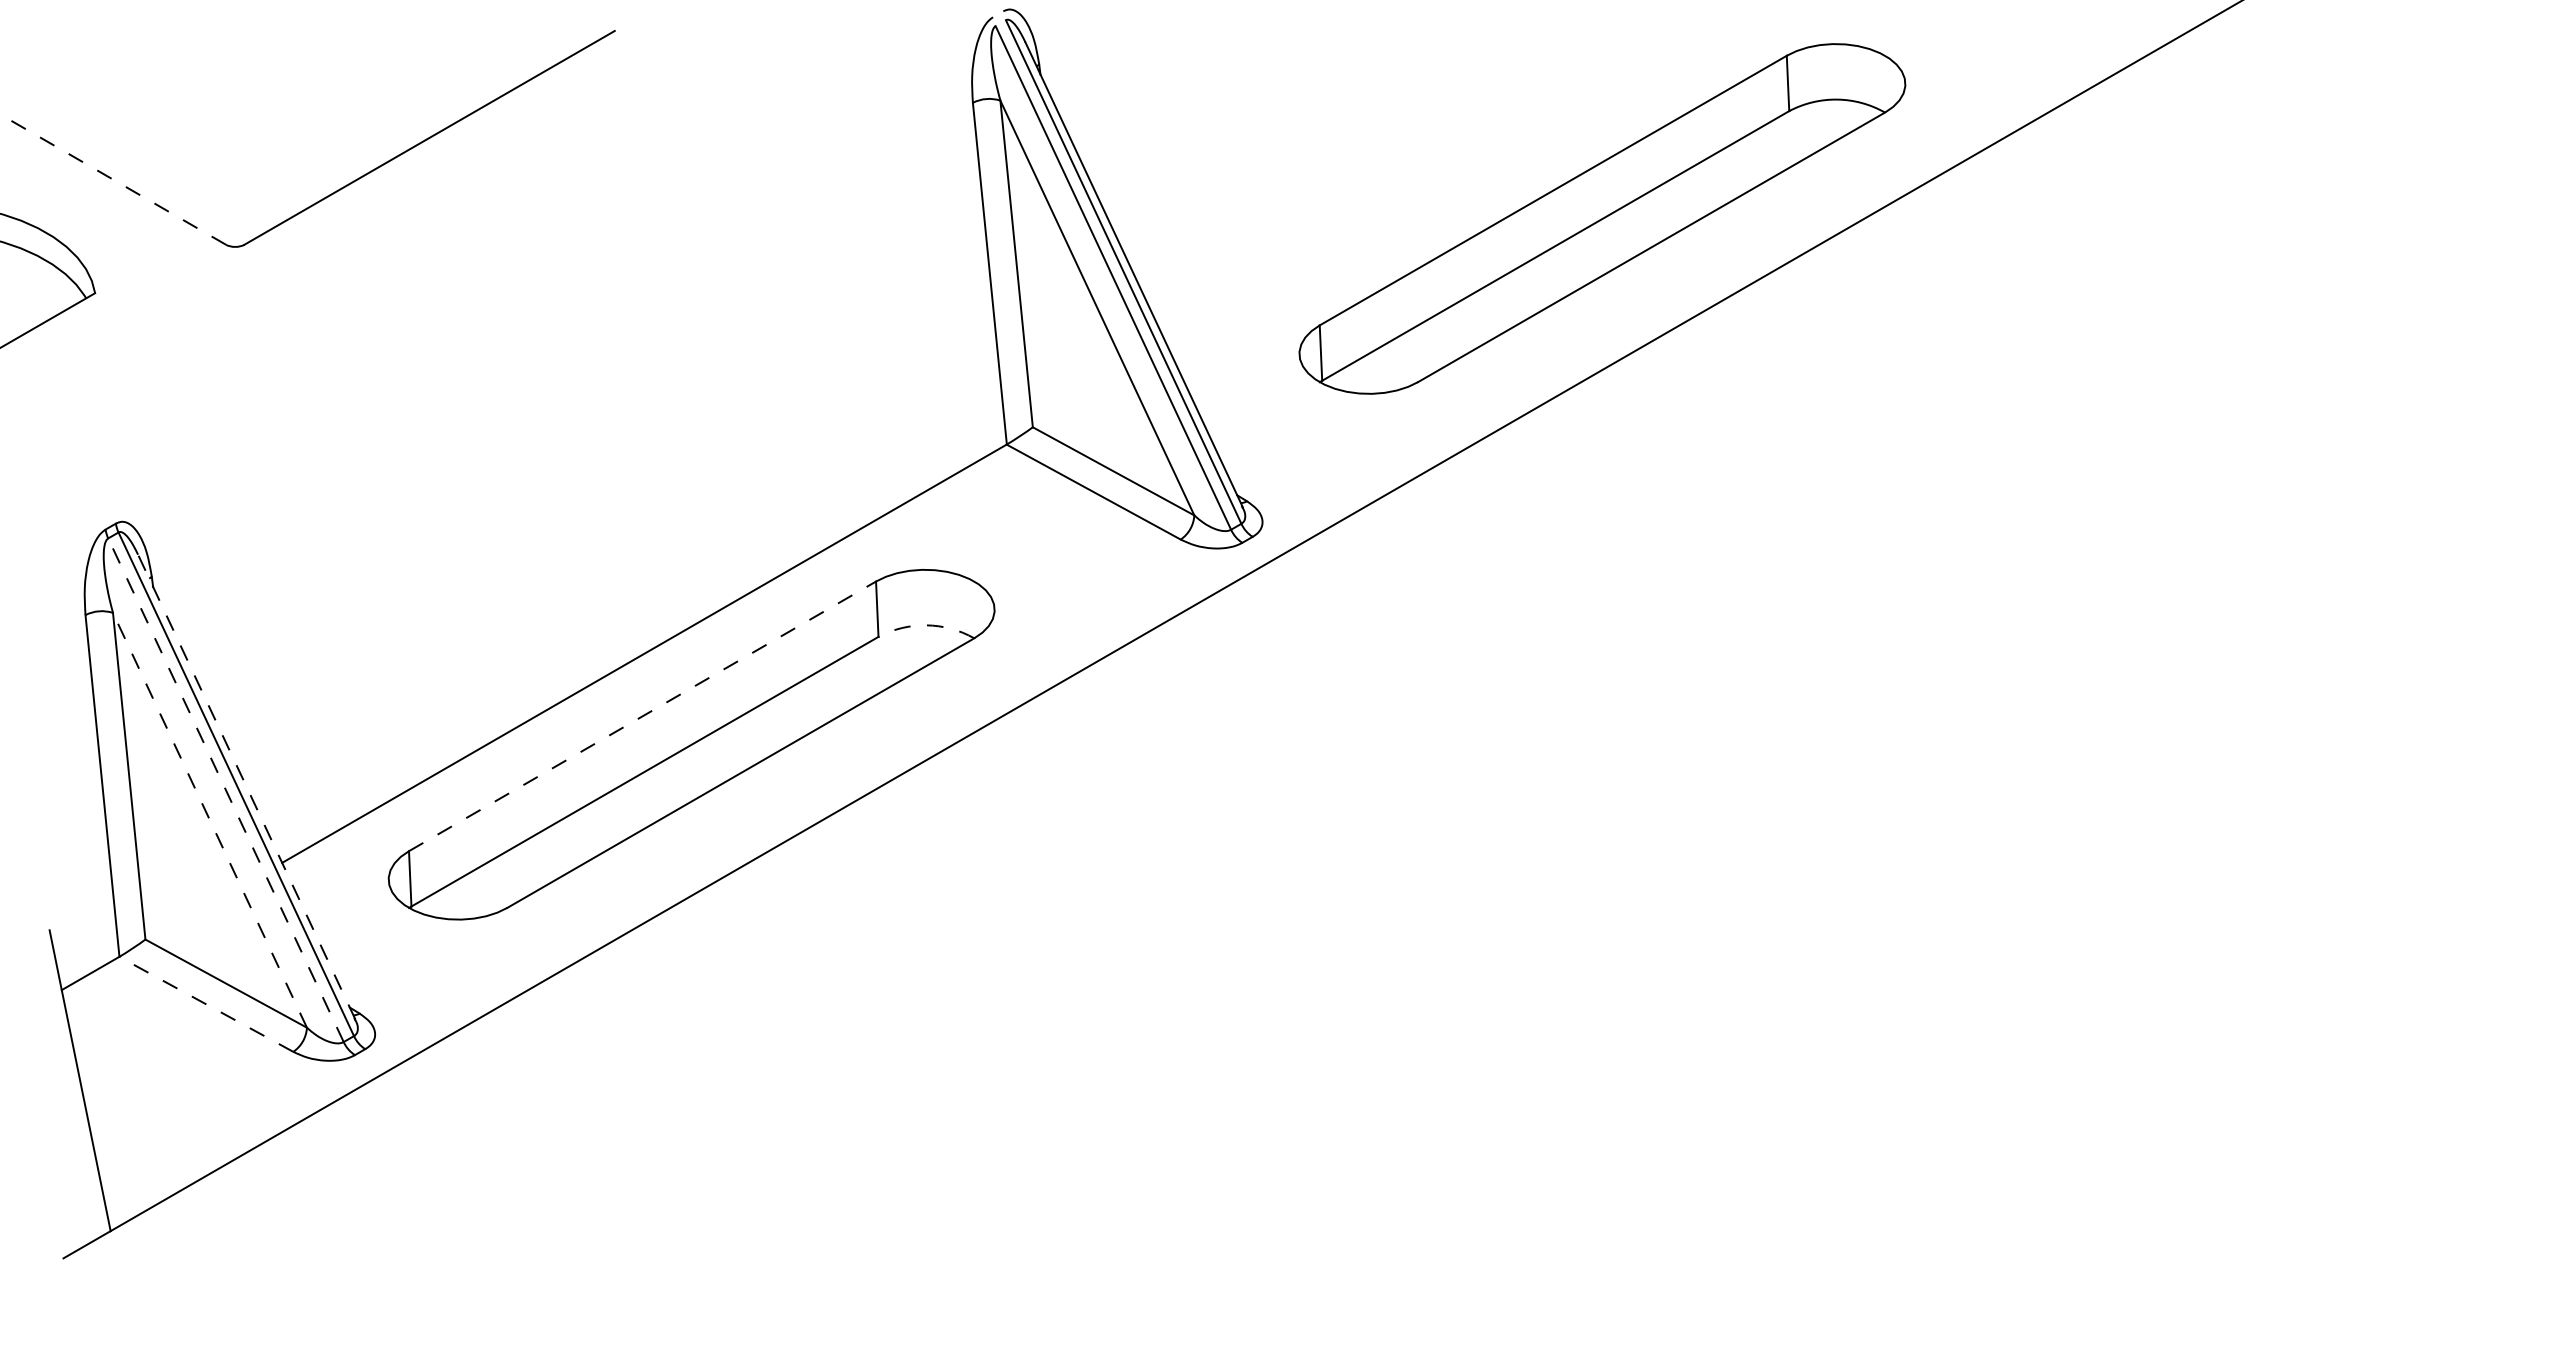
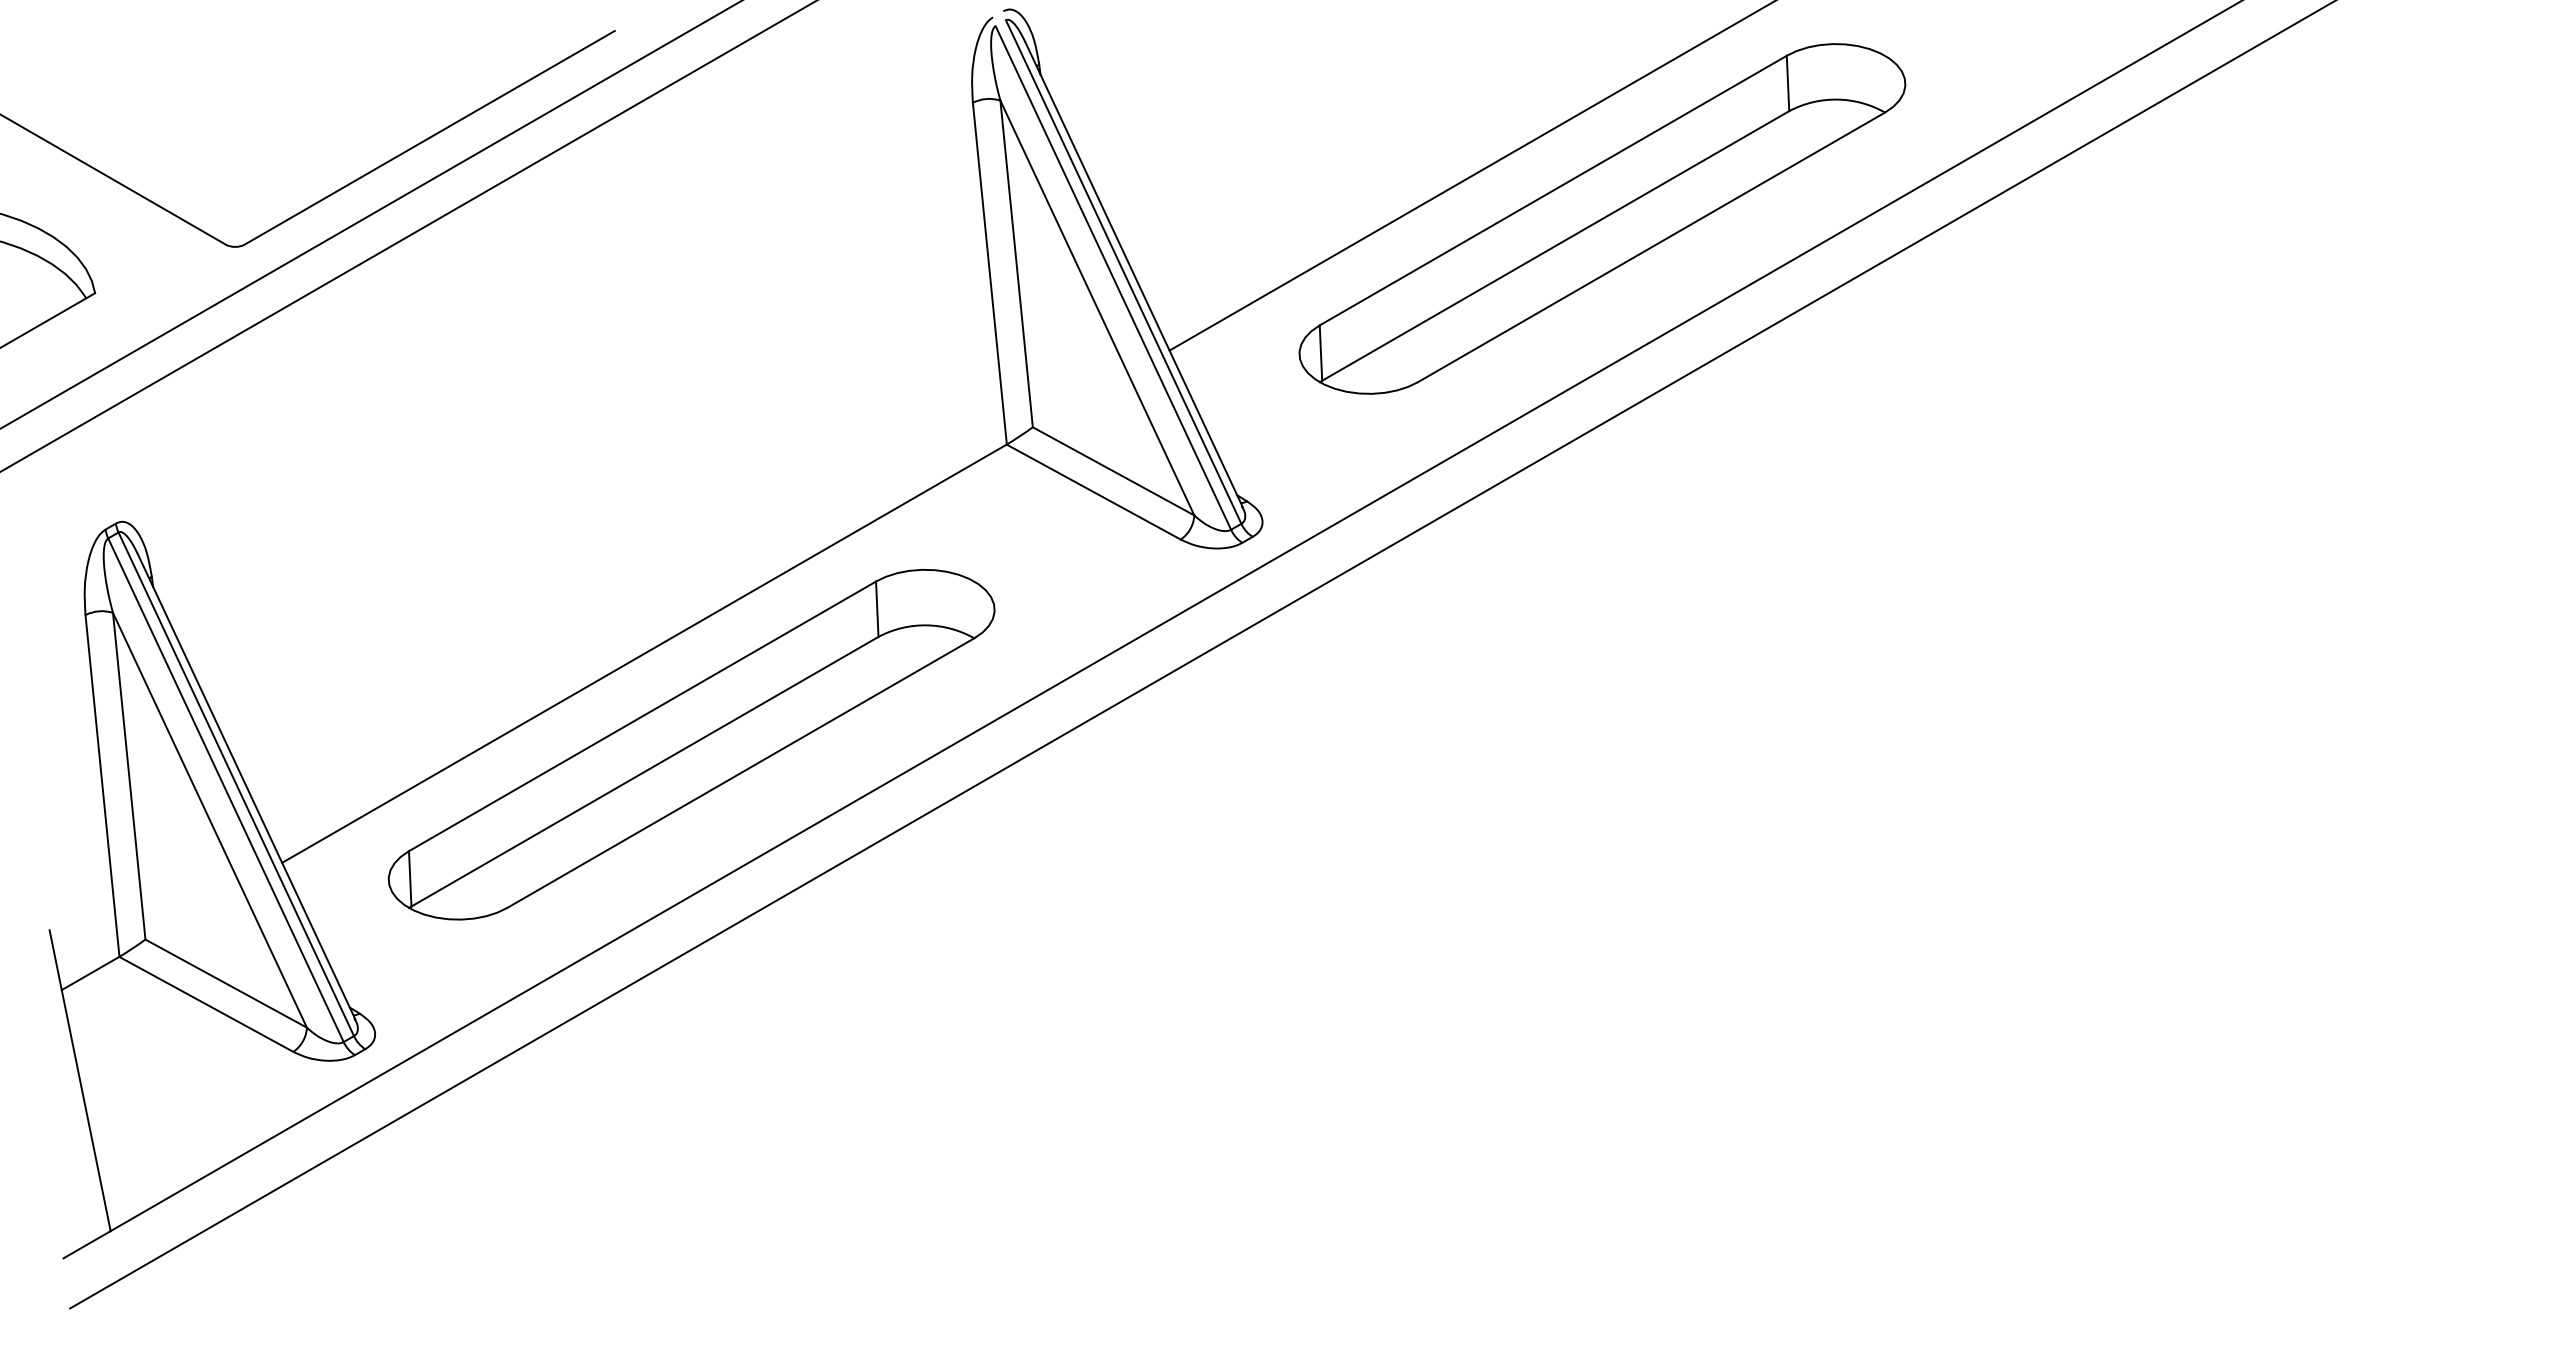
line at (1470, 176): none -> present
line at (112, 179): dashed -> solid
line at (370, 214): none -> present
line at (407, 236): none -> present
arc at (926, 625): dashed -> solid
line at (1201, 655): none -> present
line at (642, 716): dashed -> solid
line at (246, 787): dashed -> solid
line at (225, 790): dashed -> solid
line at (209, 820): dashed -> solid
line at (205, 1004): dashed -> solid
